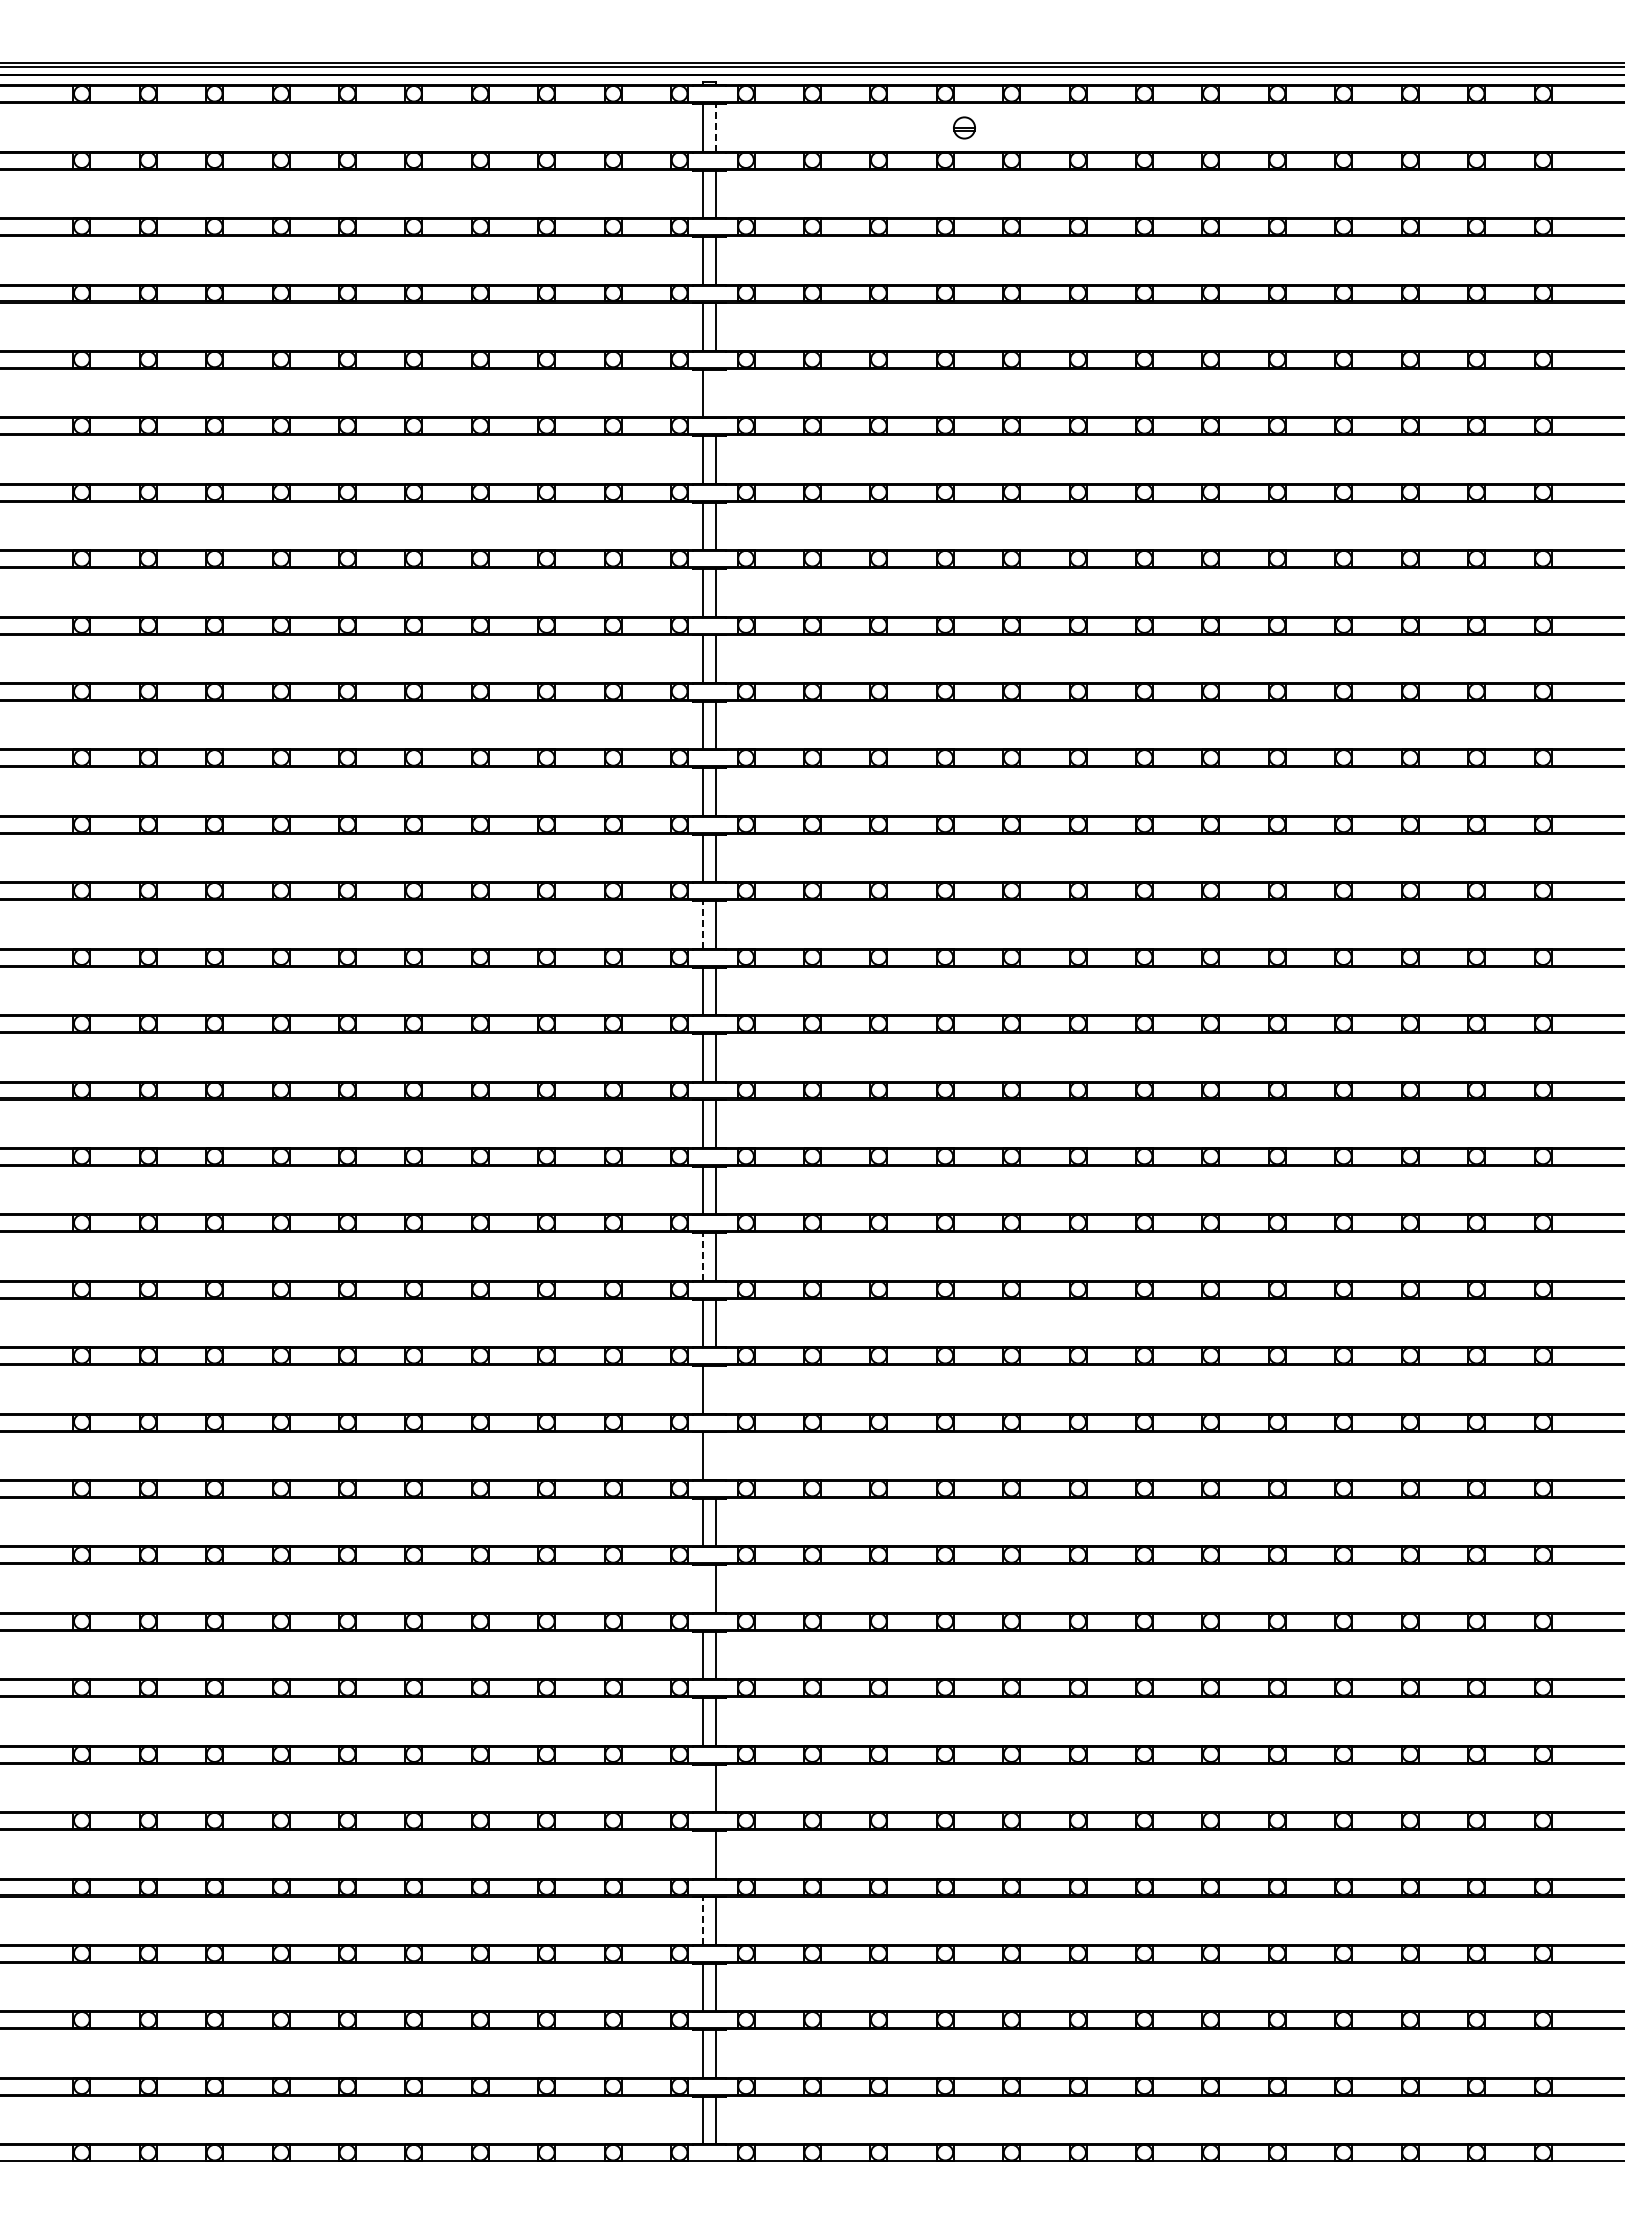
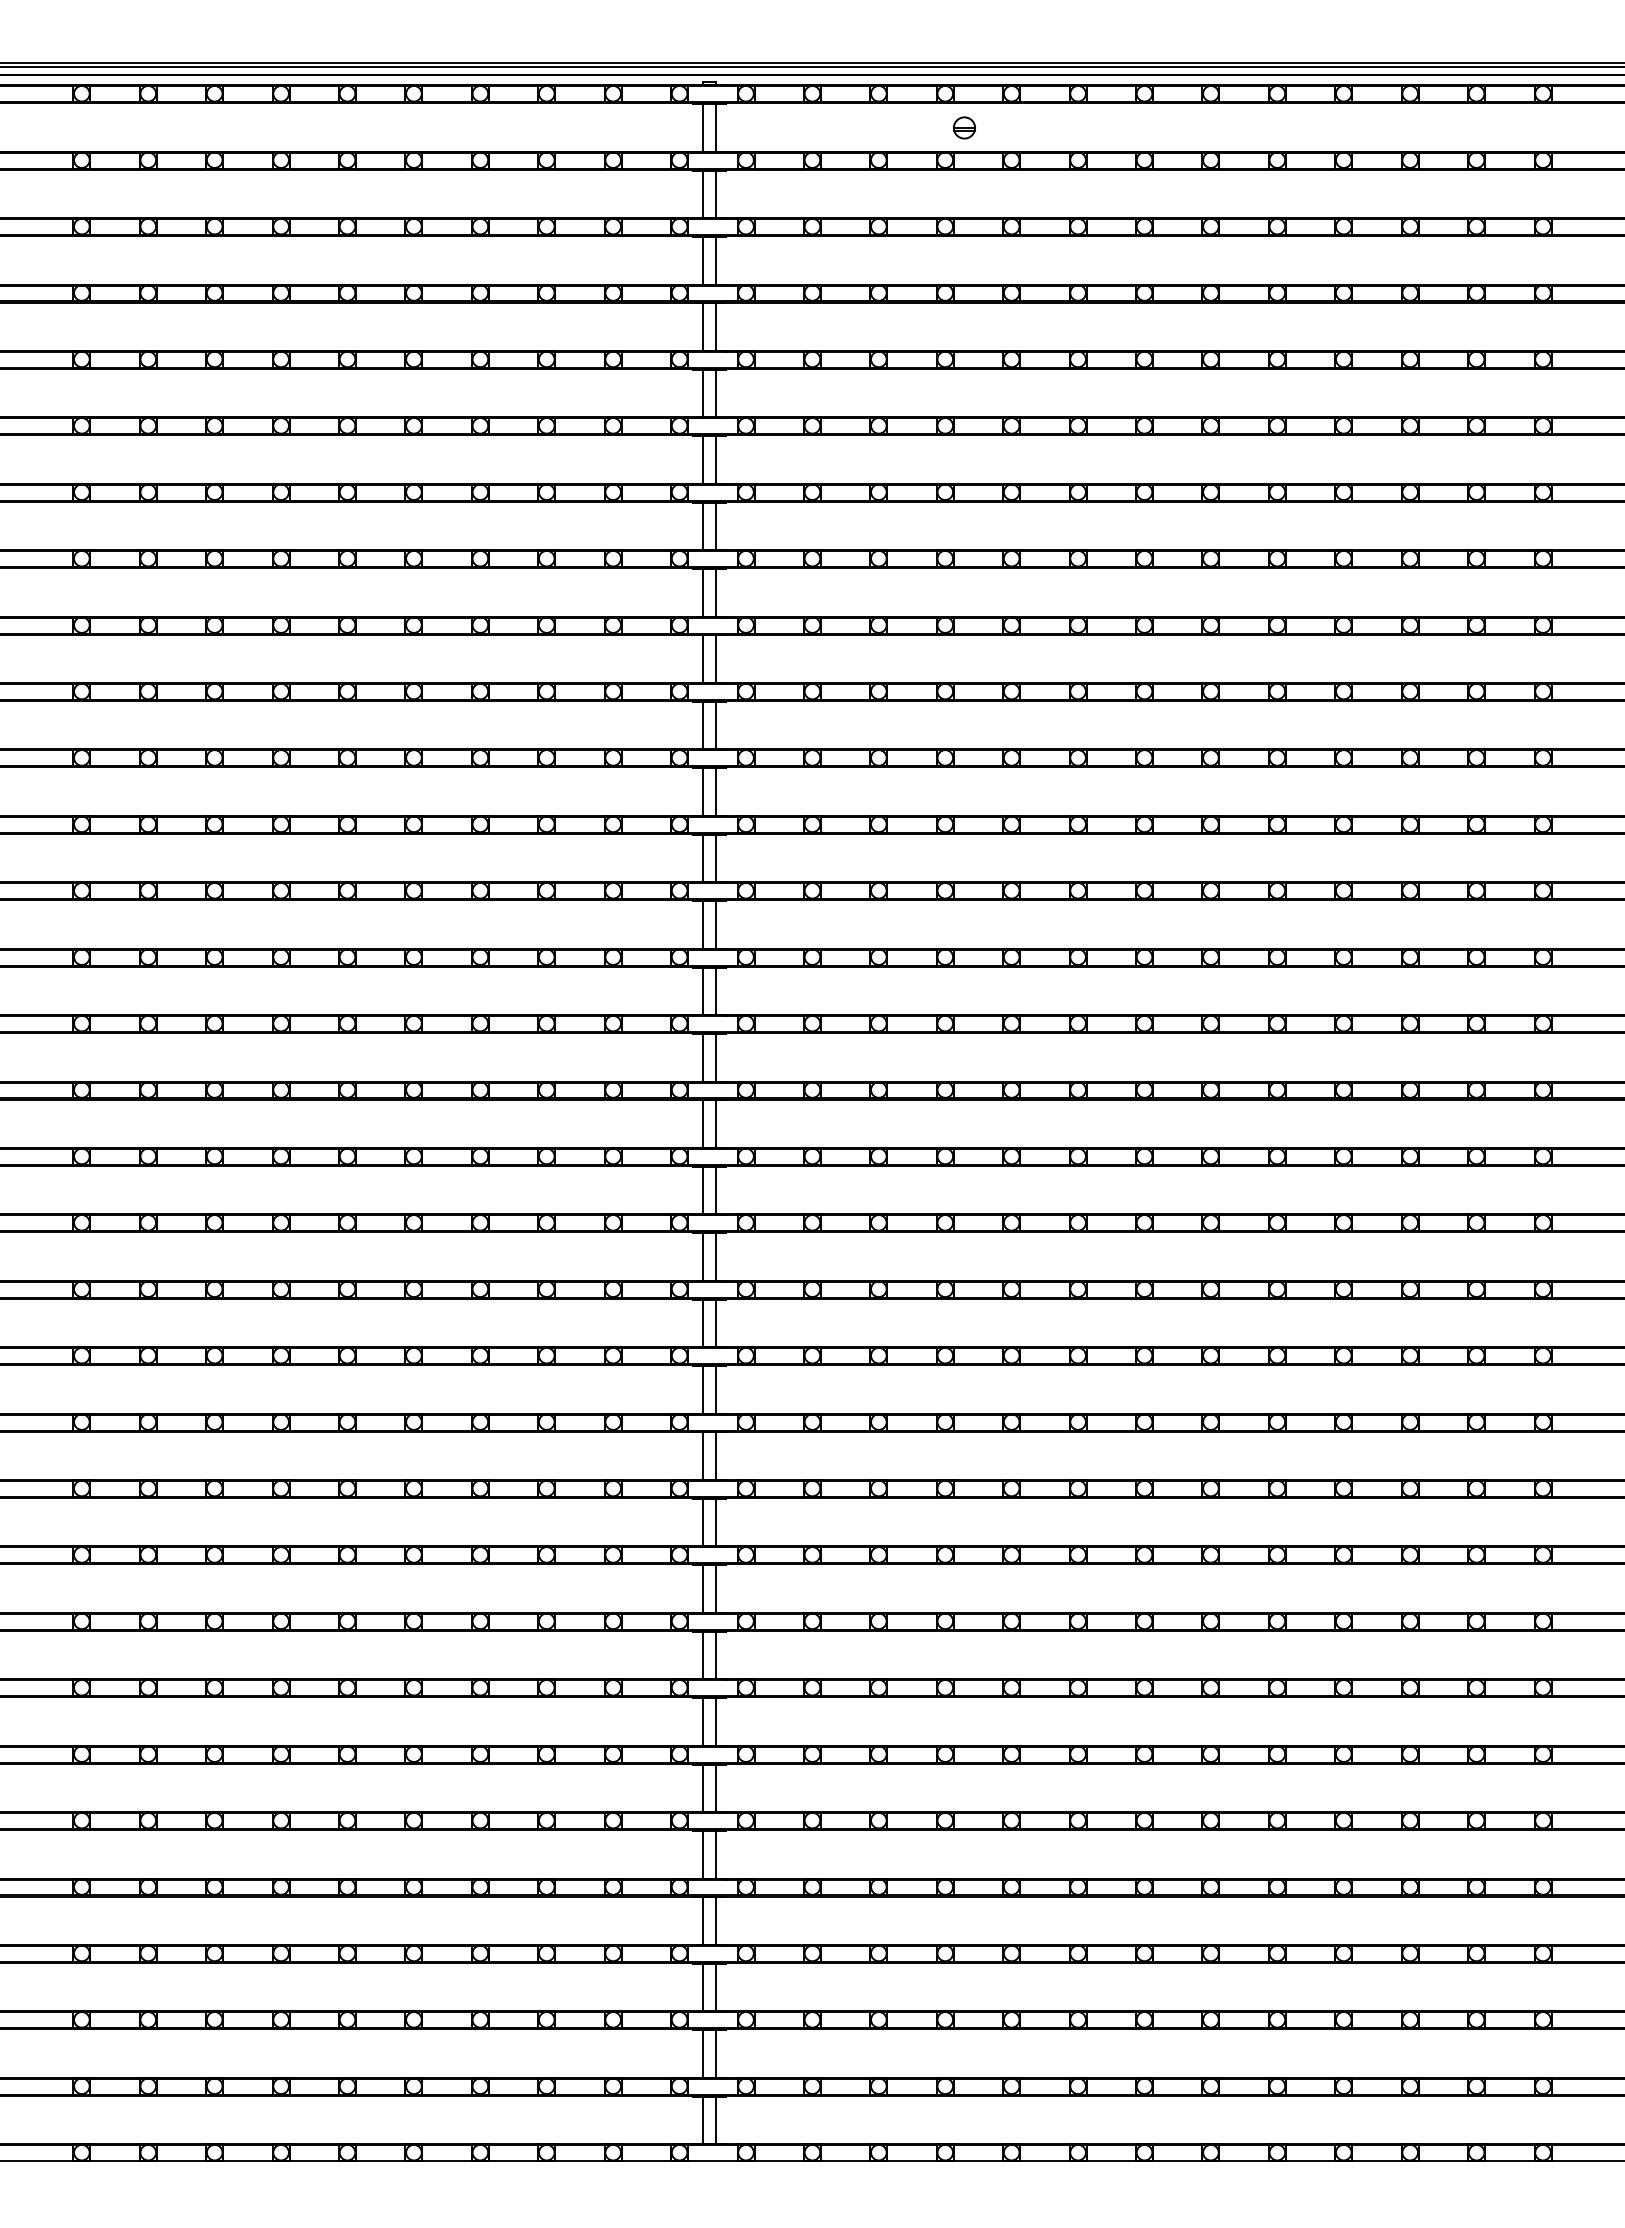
line at (715, 127): dashed -> solid
line at (715, 393): none -> present
line at (703, 924): dashed -> solid
line at (703, 1257): dashed -> solid
line at (715, 1389): none -> present
line at (715, 1456): none -> present
line at (703, 1589): none -> present
line at (703, 1788): none -> present
line at (703, 1854): none -> present
line at (703, 1921): dashed -> solid
